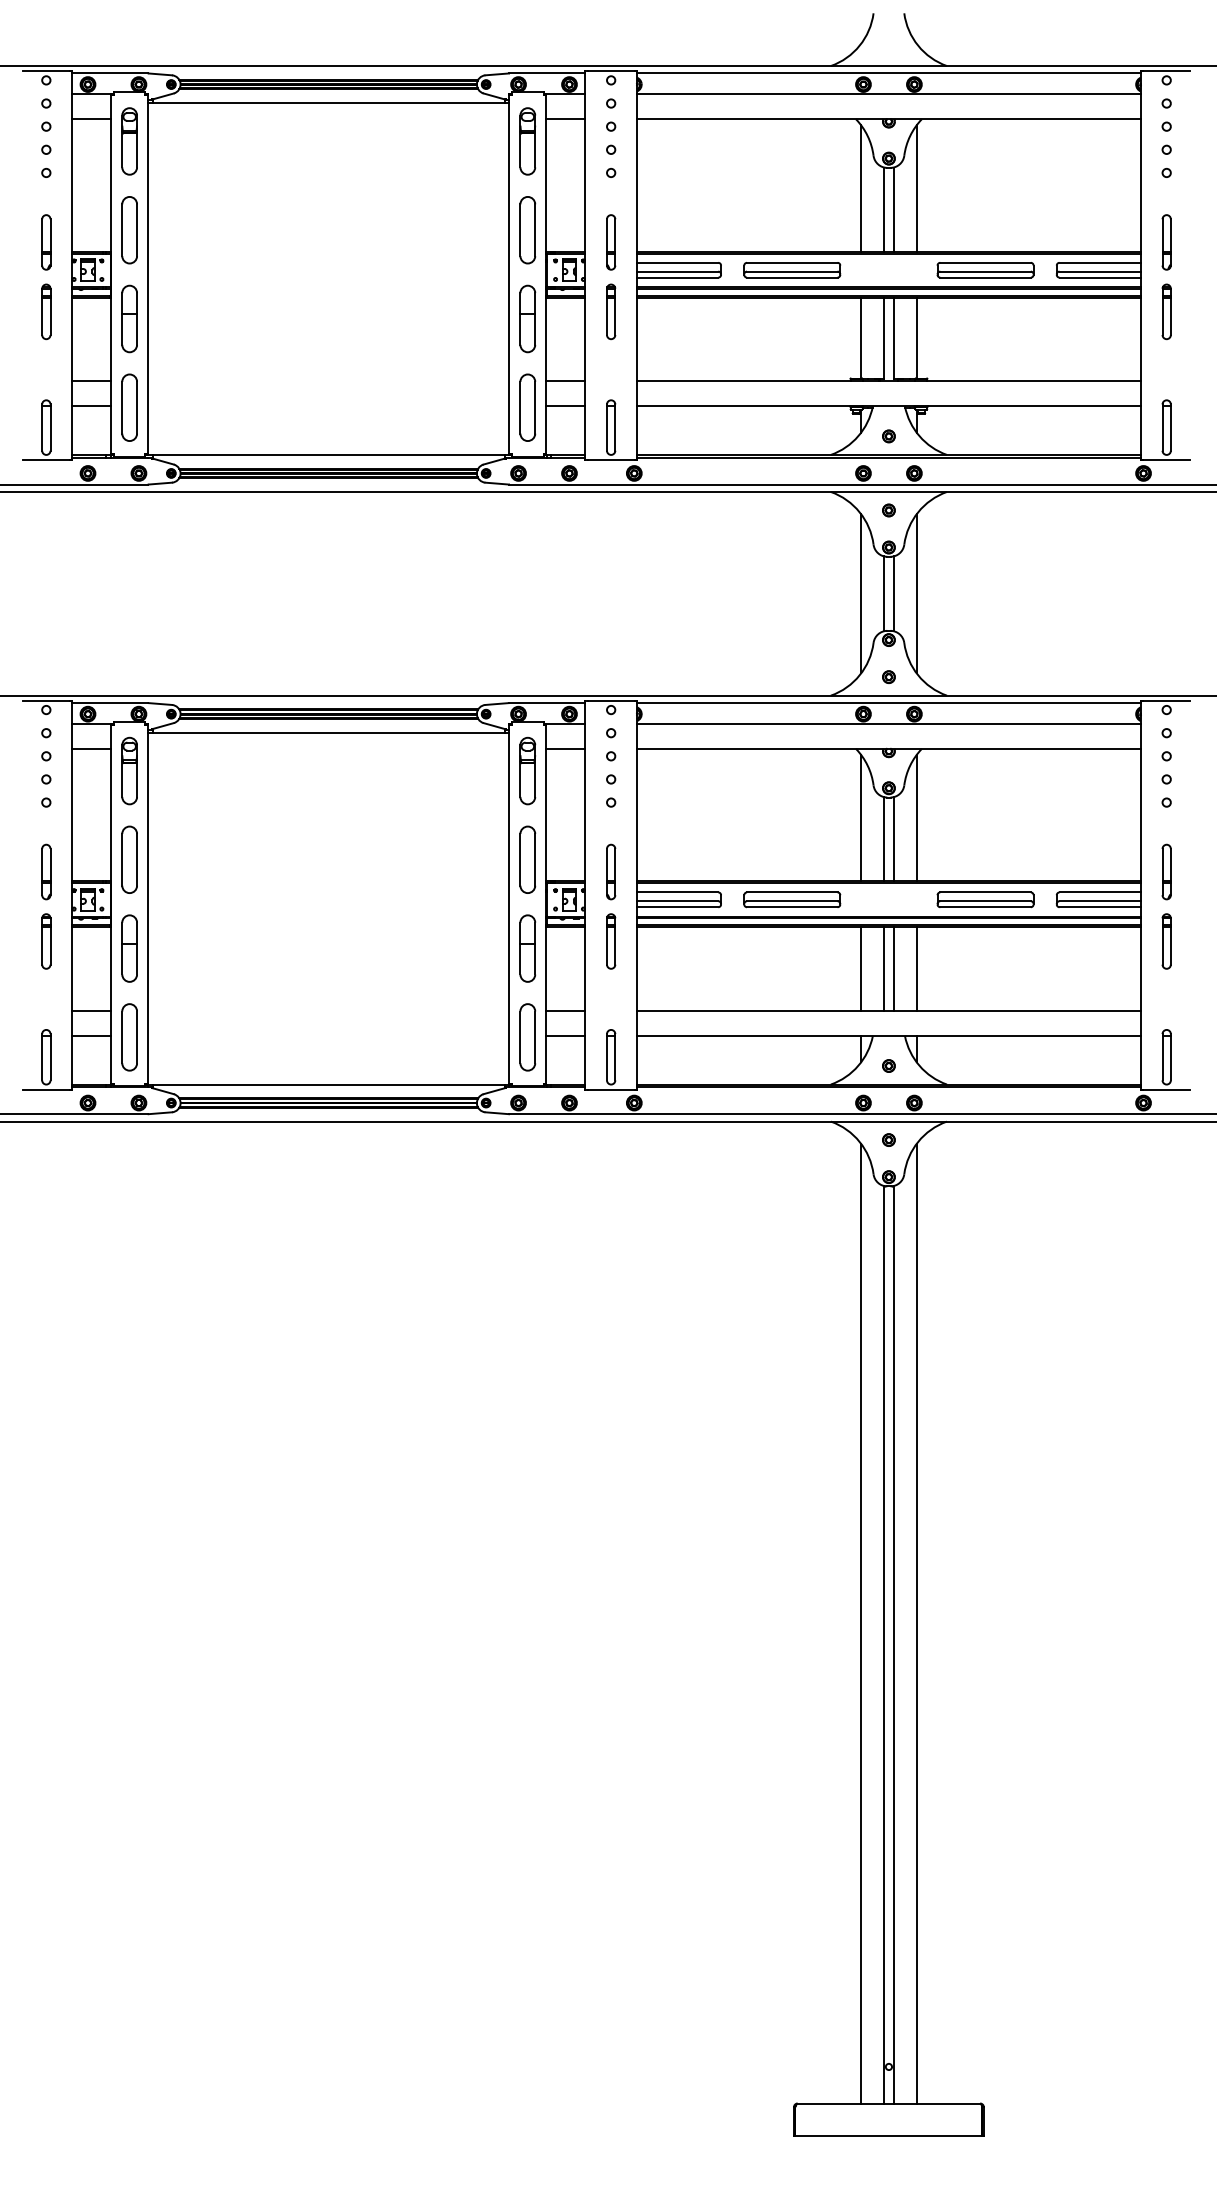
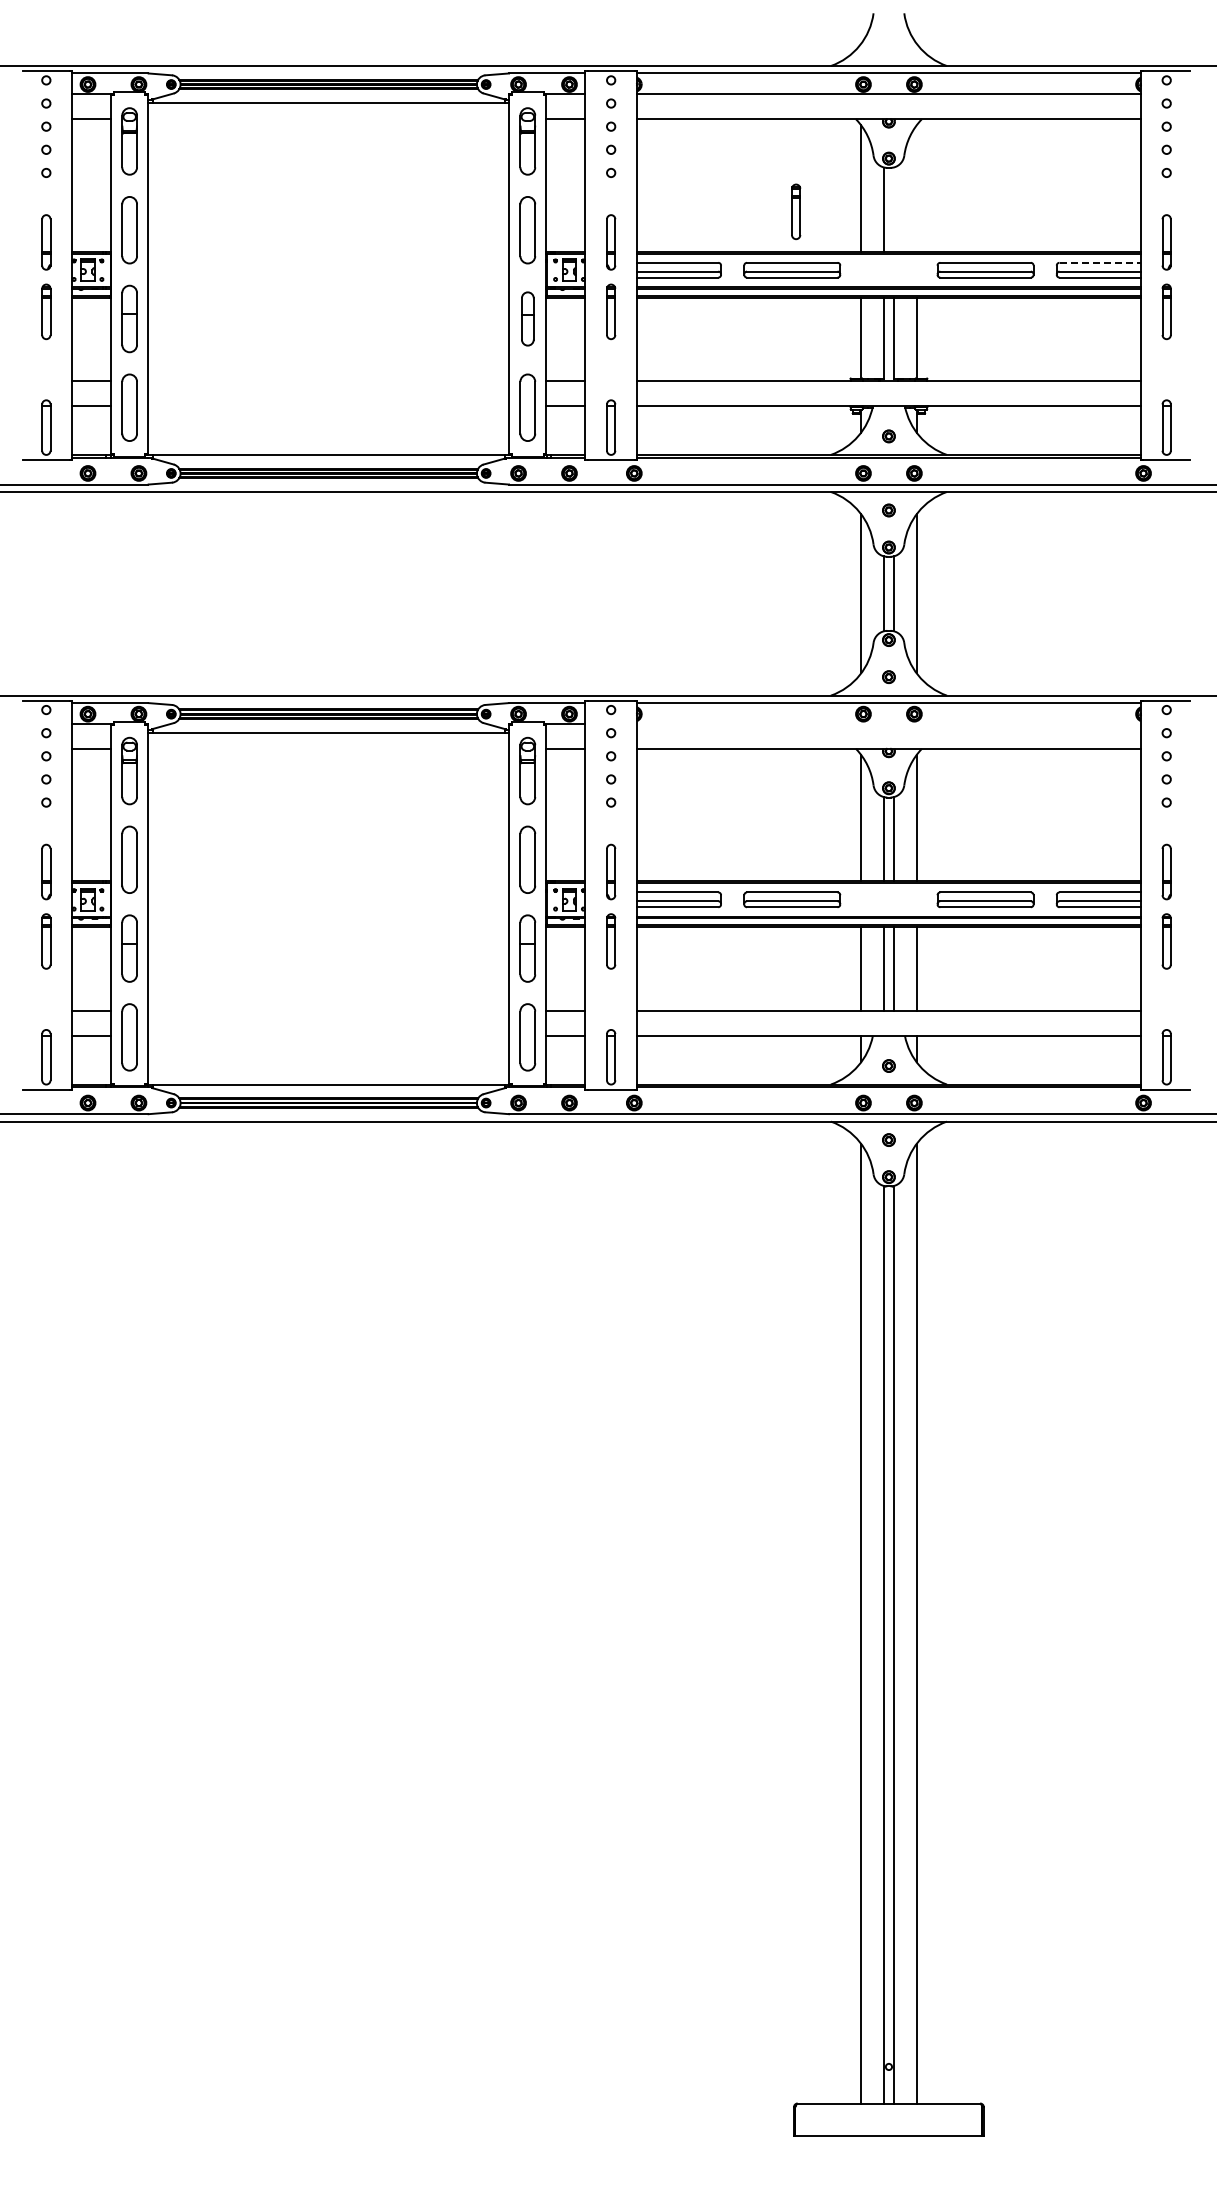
line at (916, 188): present -> none
line at (893, 209): present -> none
part at (796, 211): none -> present
line at (1100, 262): solid -> dashed
part at (527, 318) size: 18x70 px -> 14x56 px
line at (888, 723): present -> none
